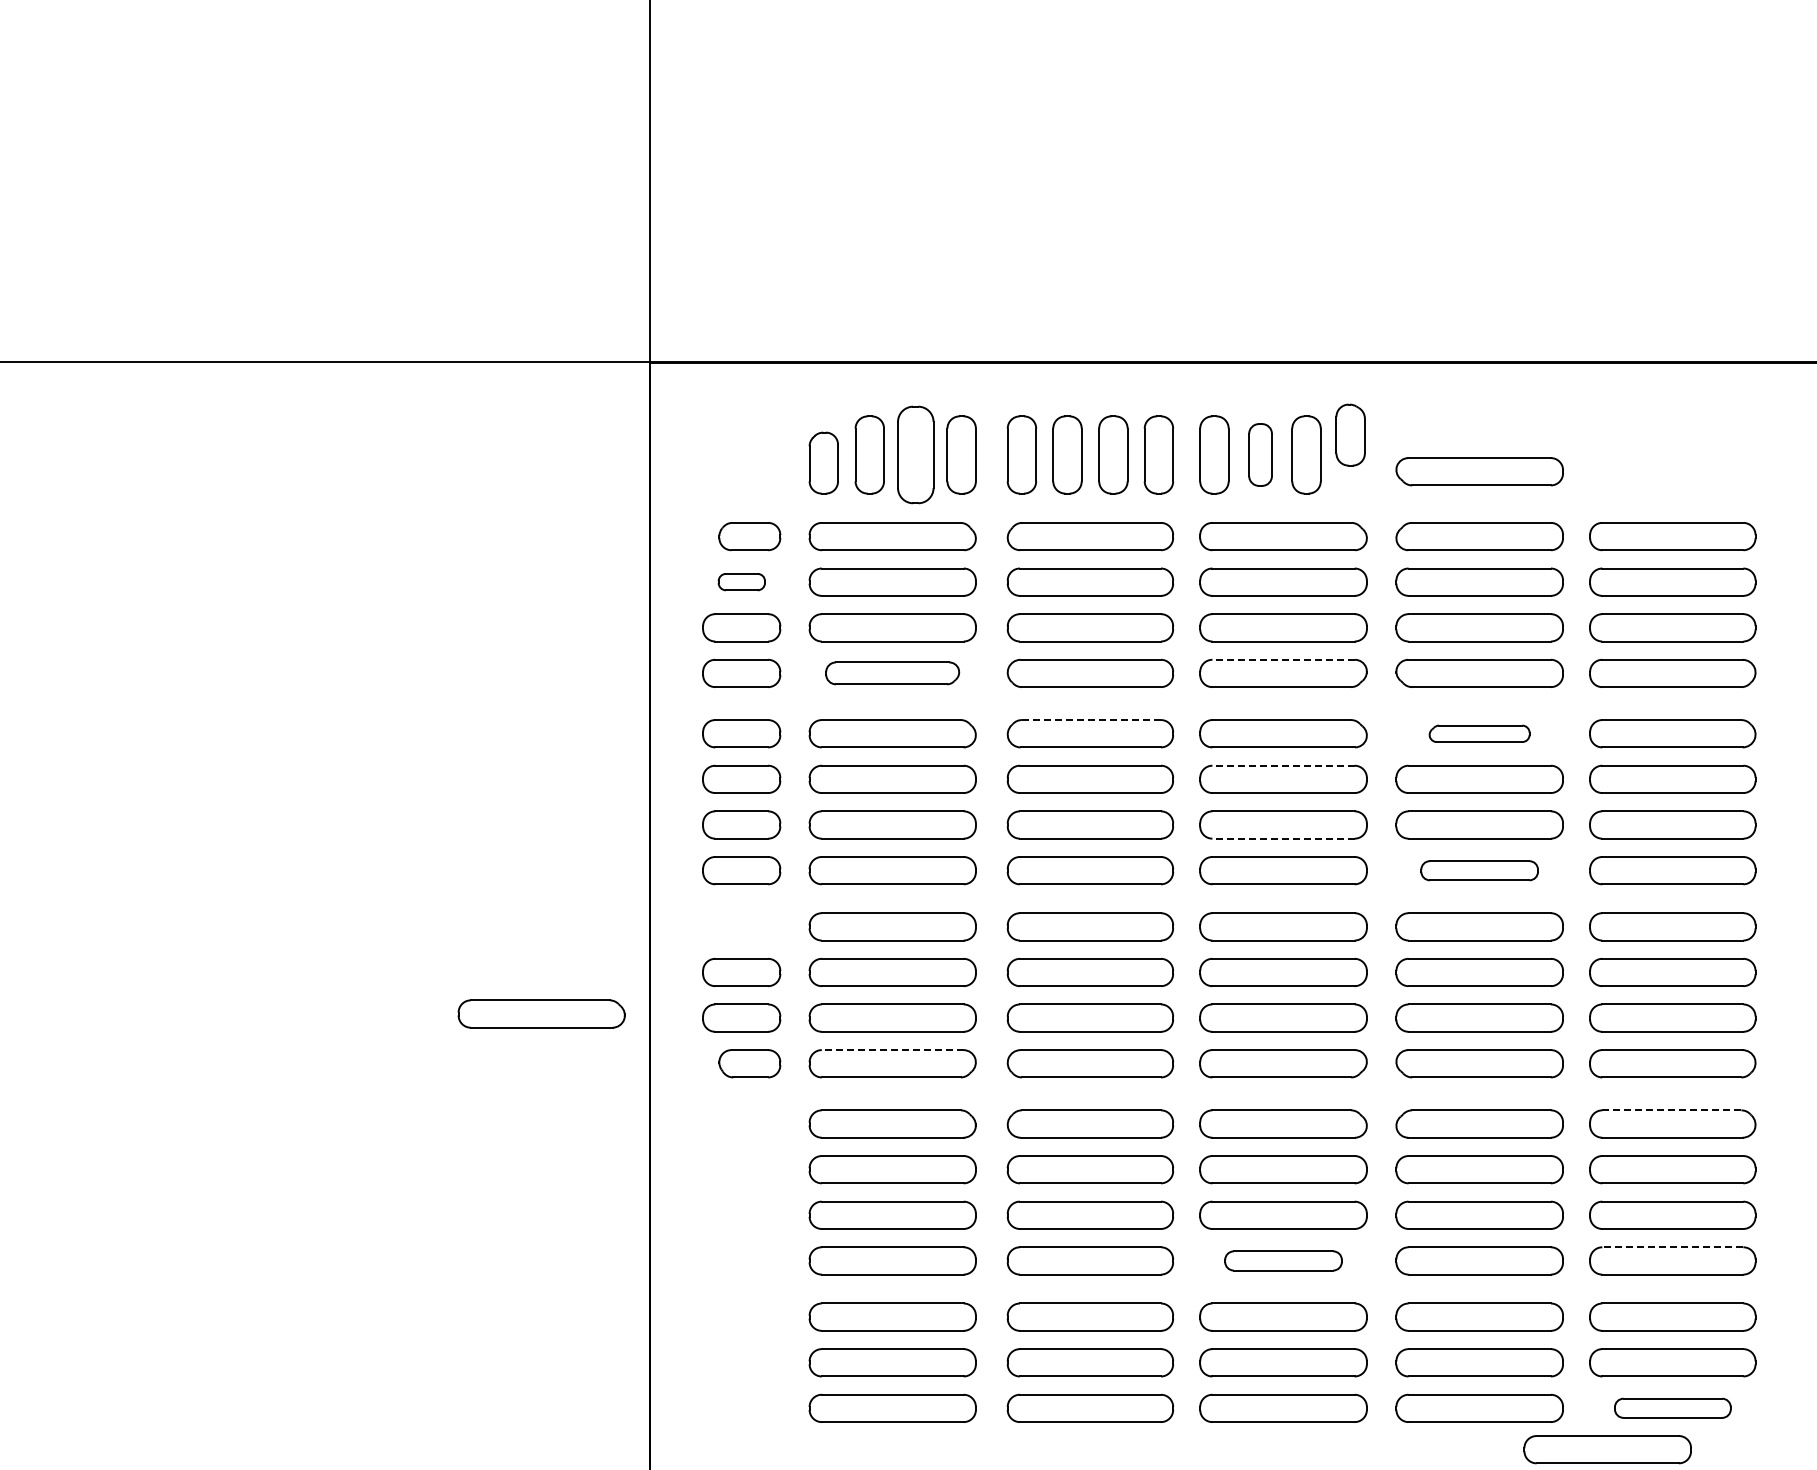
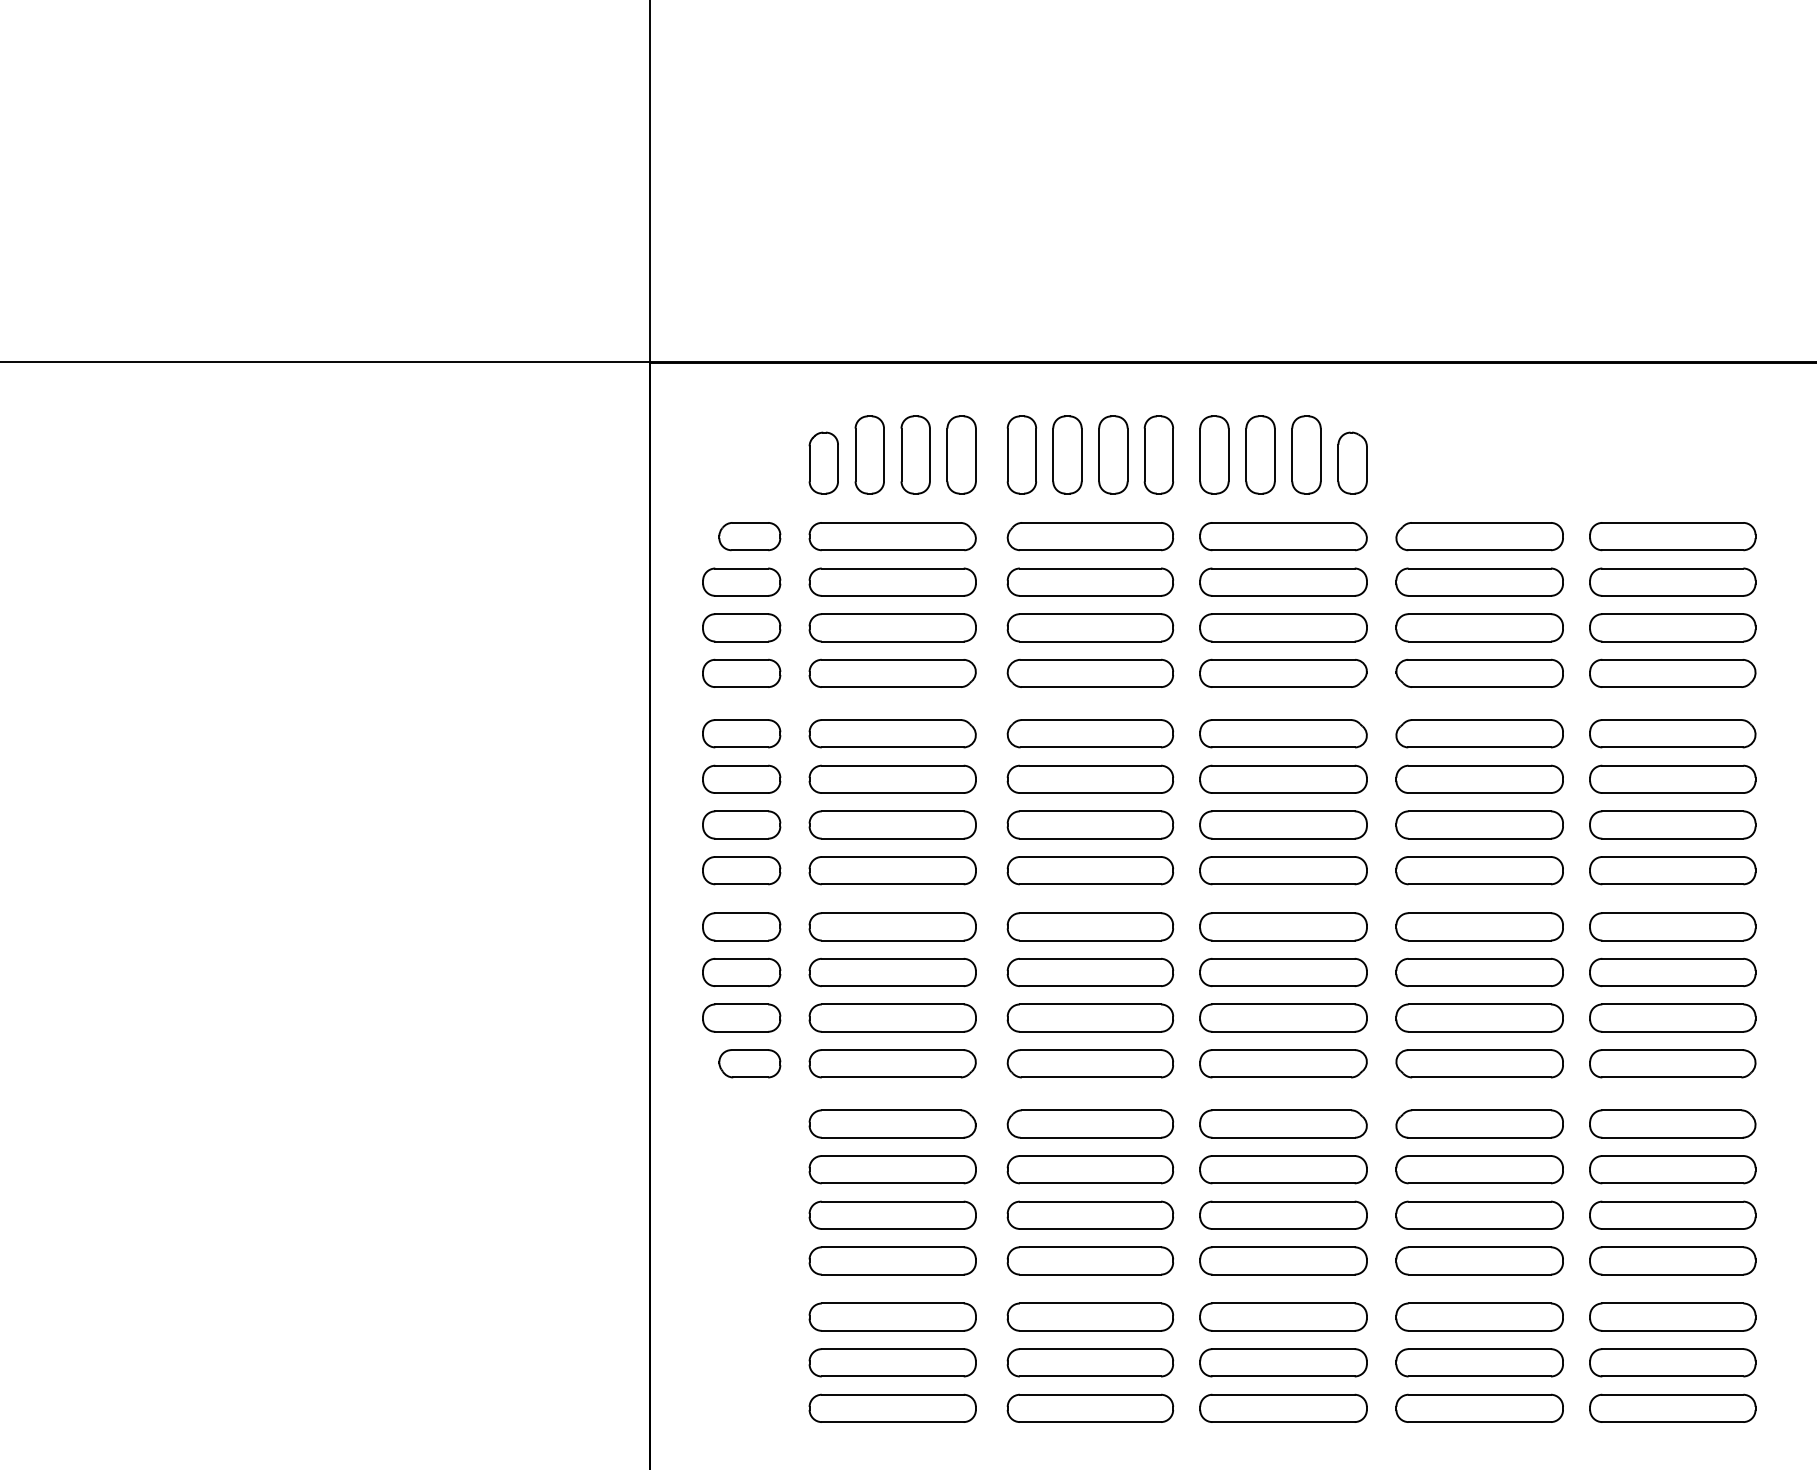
part at (1350, 434) position: (1350, 434) -> (1352, 462)
part at (915, 454) size: 38x100 px -> 31x80 px
part at (1260, 454) size: 25x64 px -> 31x80 px
part at (1479, 471): present -> none
part at (741, 582) size: 49x19 px -> 80x30 px
line at (1283, 659): dashed -> solid
part at (892, 673) size: 136x25 px -> 169x30 px
line at (1091, 720): dashed -> solid
part at (1479, 733) size: 103x19 px -> 169x30 px
line at (1283, 765): dashed -> solid
line at (1283, 838): dashed -> solid
part at (1479, 870) size: 119x22 px -> 169x30 px
part at (741, 926): none -> present
part at (541, 1013): present -> none
line at (892, 1050): dashed -> solid
line at (1671, 1110): dashed -> solid
line at (1672, 1247): dashed -> solid
part at (1283, 1260) size: 119x22 px -> 169x30 px
part at (1672, 1407) size: 118x22 px -> 168x30 px
part at (1607, 1449): present -> none
